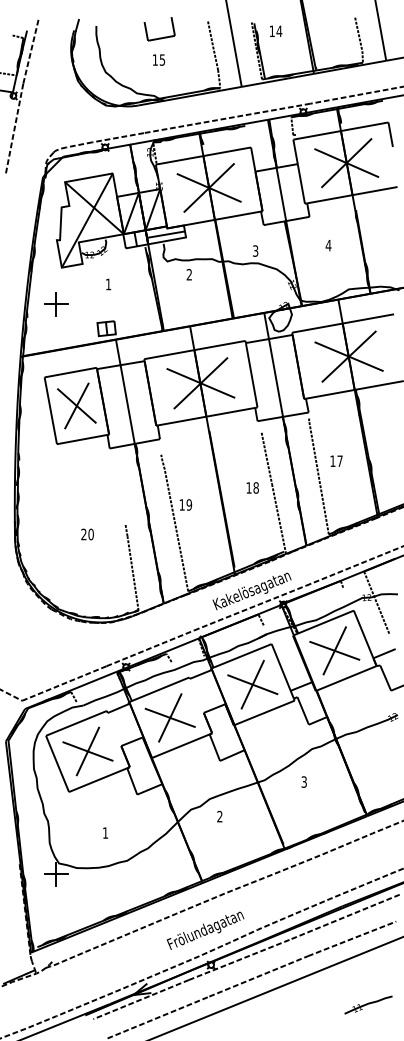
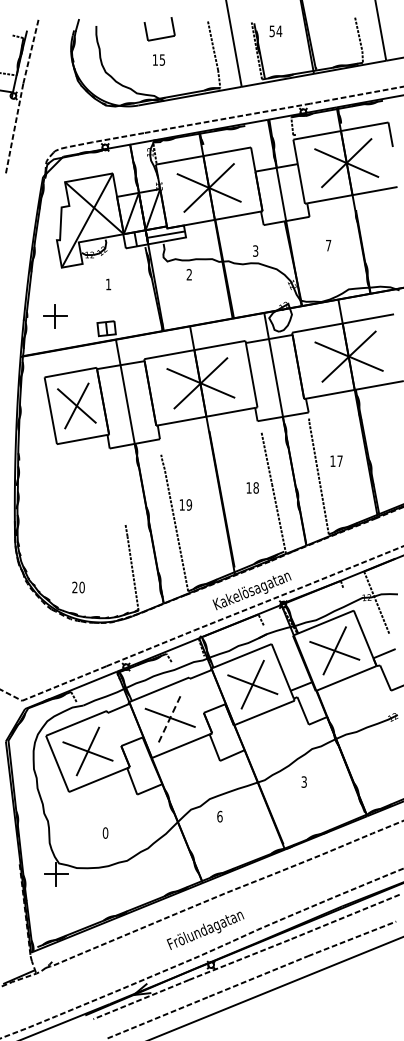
text at (271, 31): 14 -> 54
text at (328, 245): 4 -> 7
part at (56, 304) position: (56, 304) -> (55, 316)
text at (87, 534) position: (87, 534) -> (78, 587)
line at (170, 717): solid -> dashed
text at (219, 816): 2 -> 6
text at (105, 832): 1 -> 0
part at (368, 1004): present -> none
